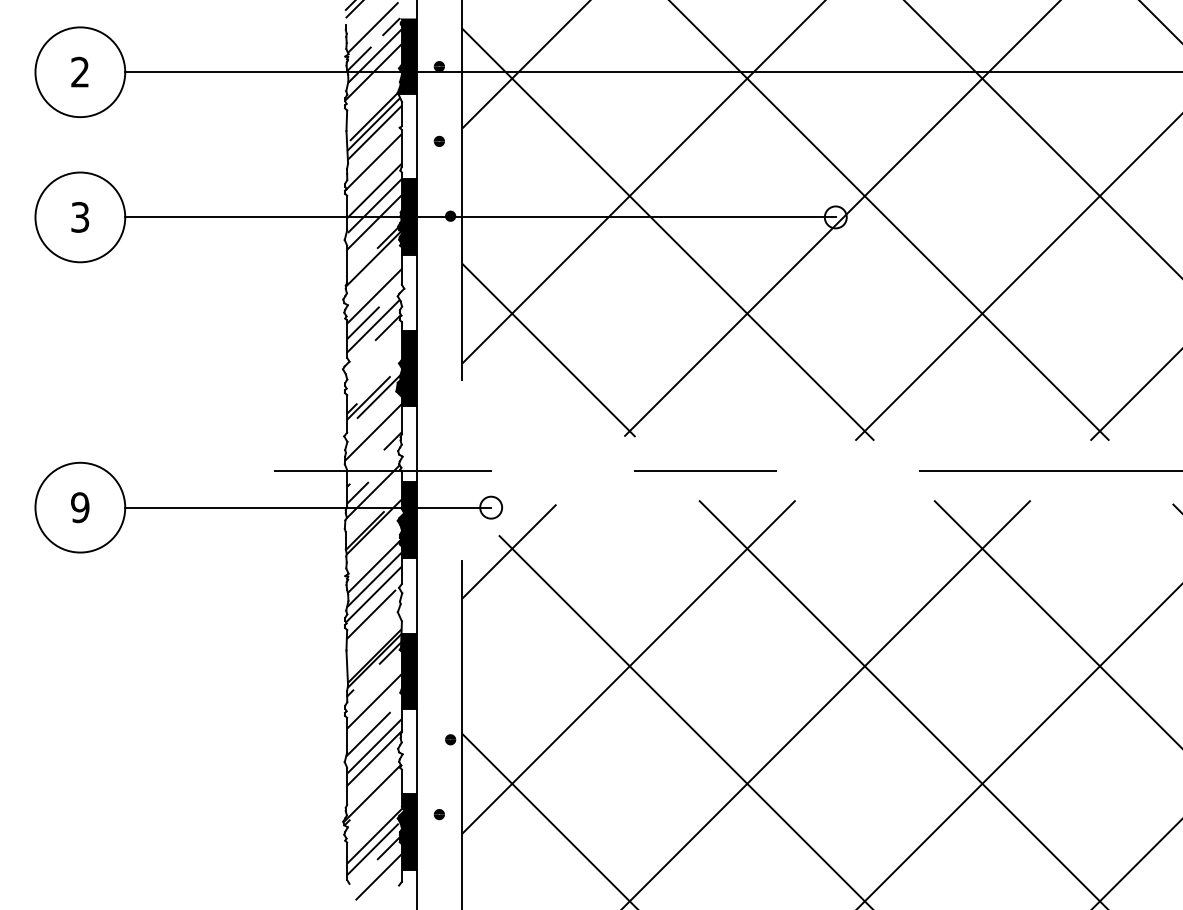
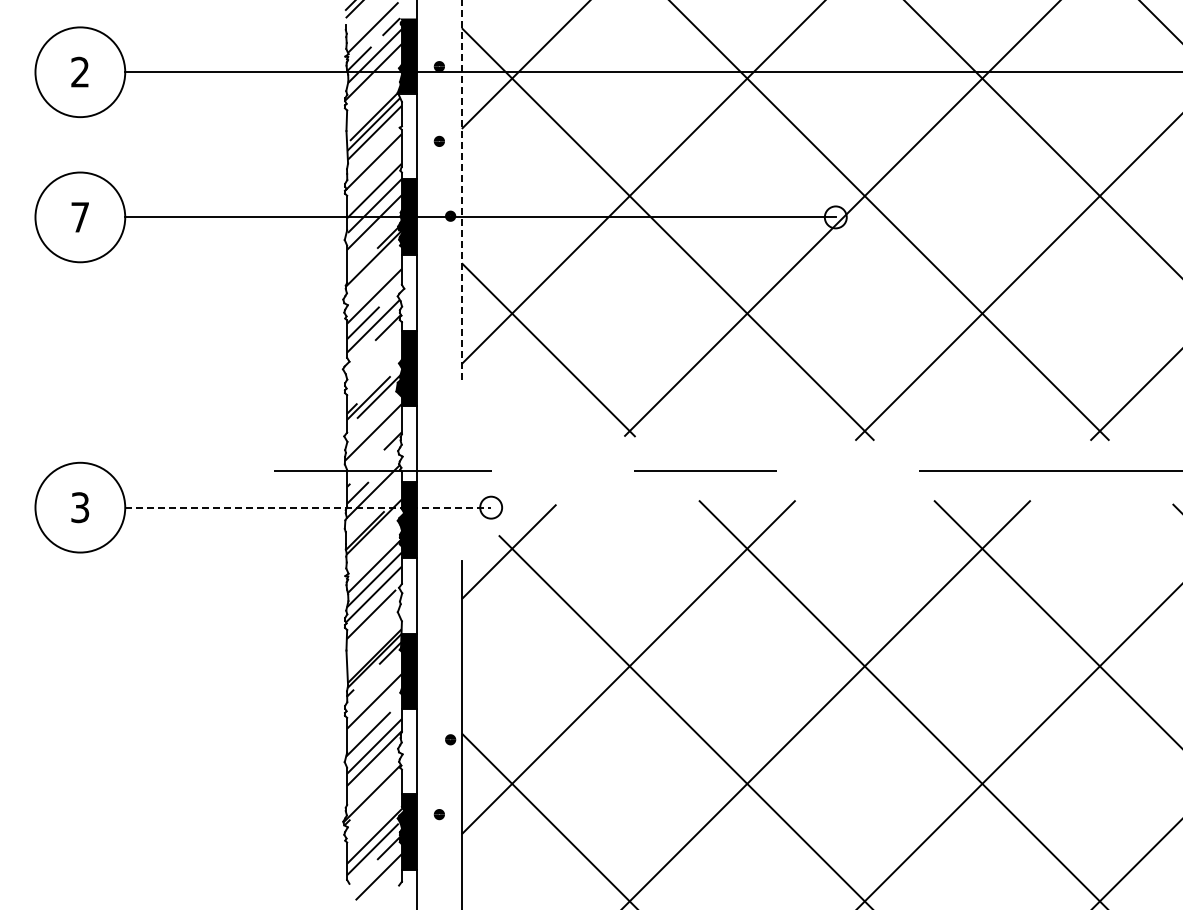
line at (461, 189): solid -> dashed
text at (80, 217): 3 -> 7
text at (80, 507): 9 -> 3
line at (308, 507): solid -> dashed
